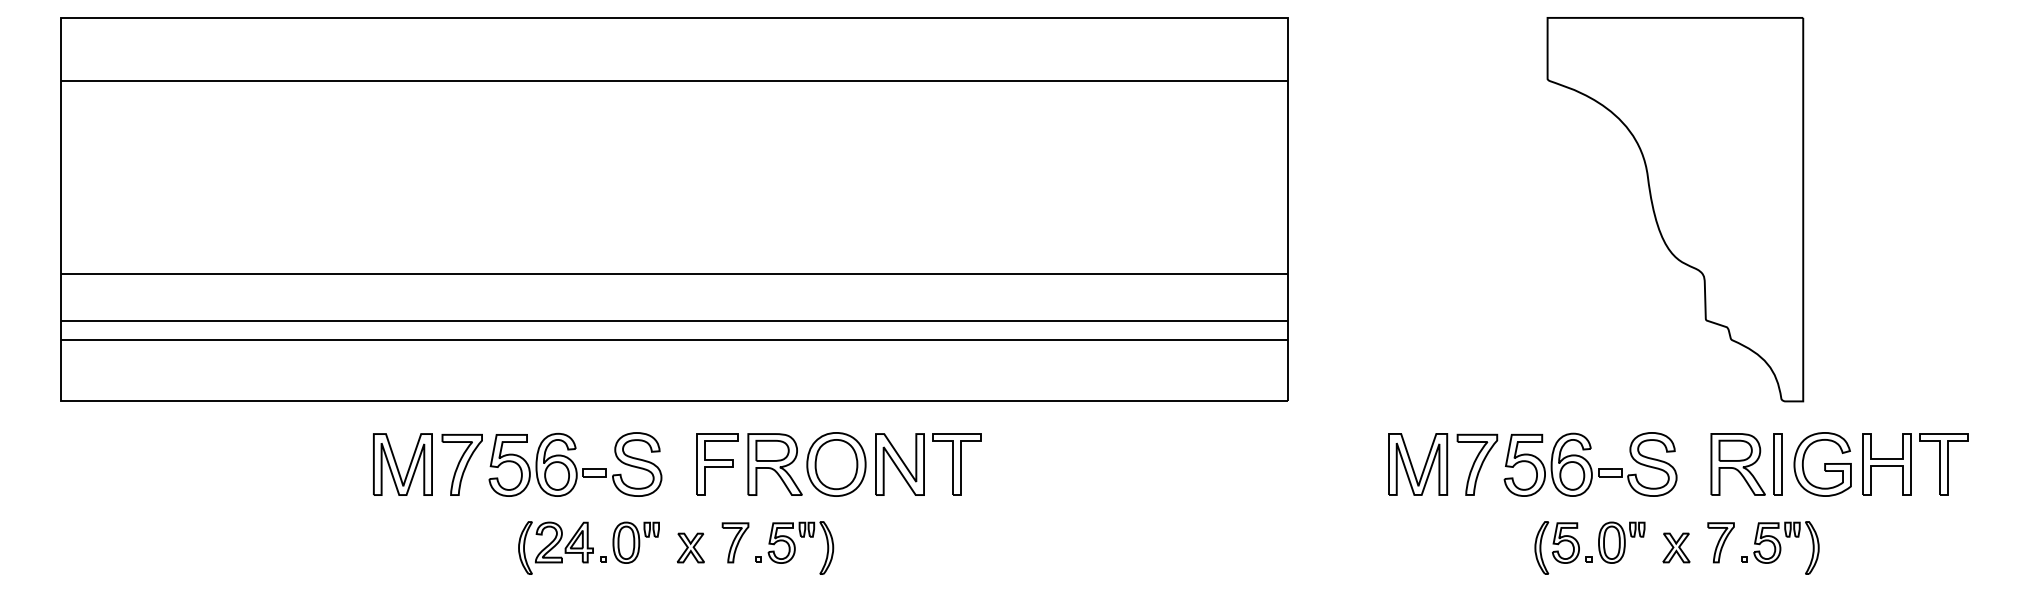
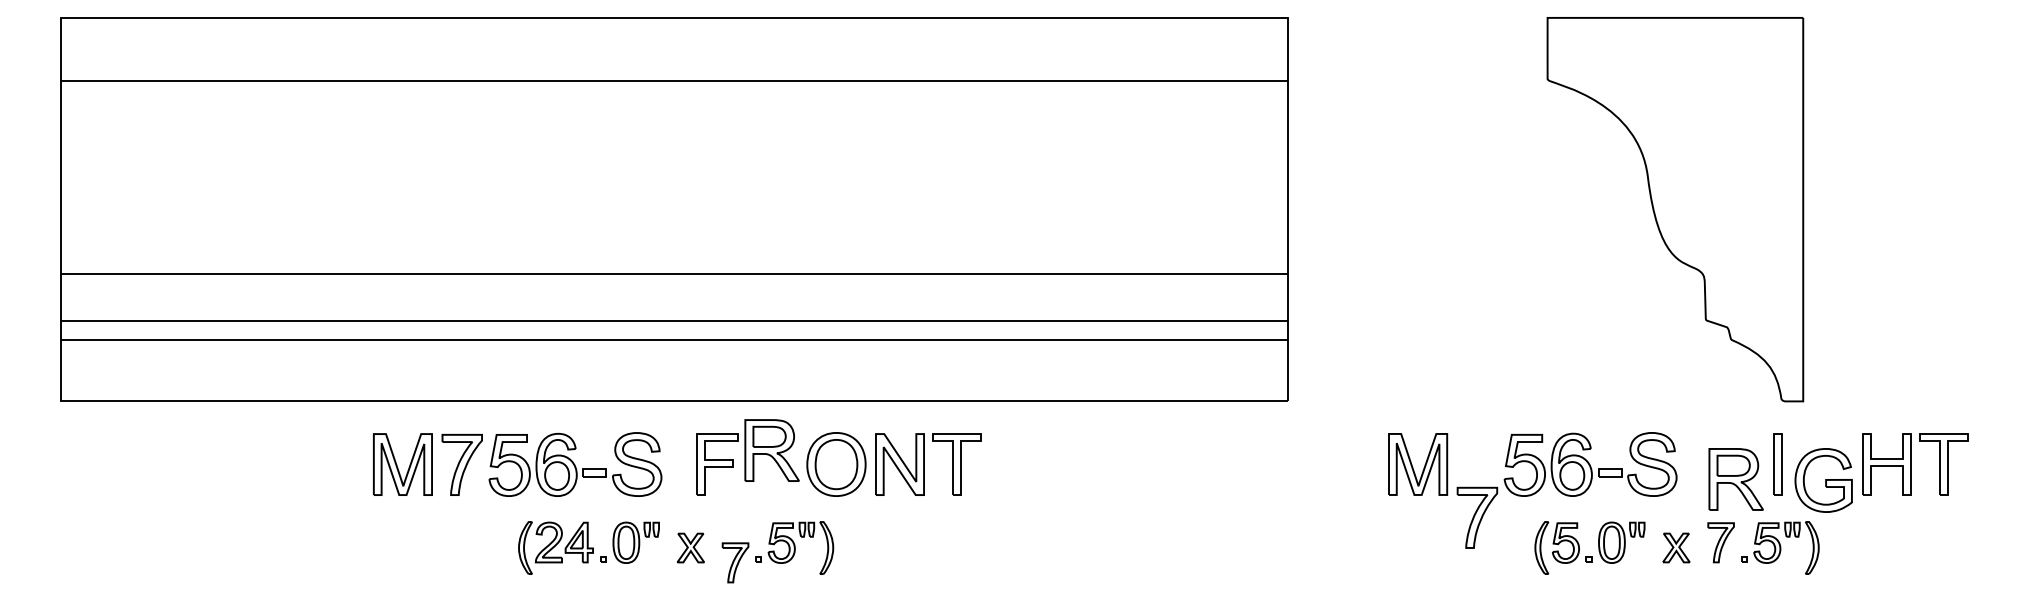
part at (774, 464) position: (774, 464) -> (771, 450)
part at (1477, 464) position: (1477, 464) -> (1477, 517)
part at (1737, 464) position: (1737, 464) -> (1735, 479)
part at (1822, 464) position: (1822, 464) -> (1823, 480)
part at (735, 542) position: (735, 542) -> (735, 562)
